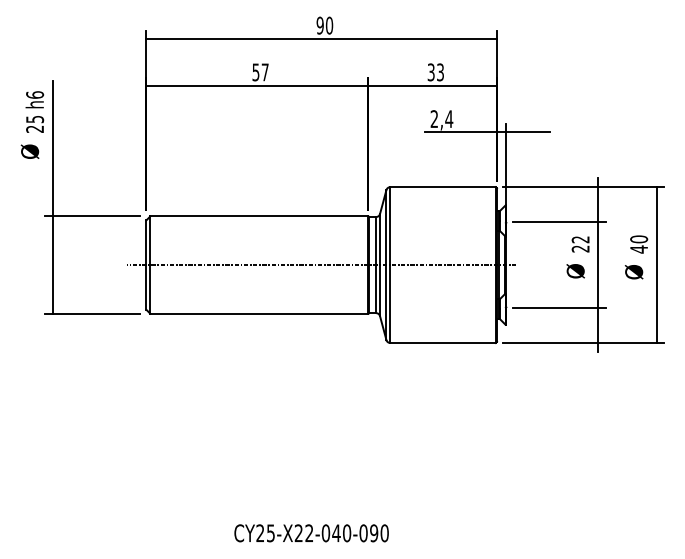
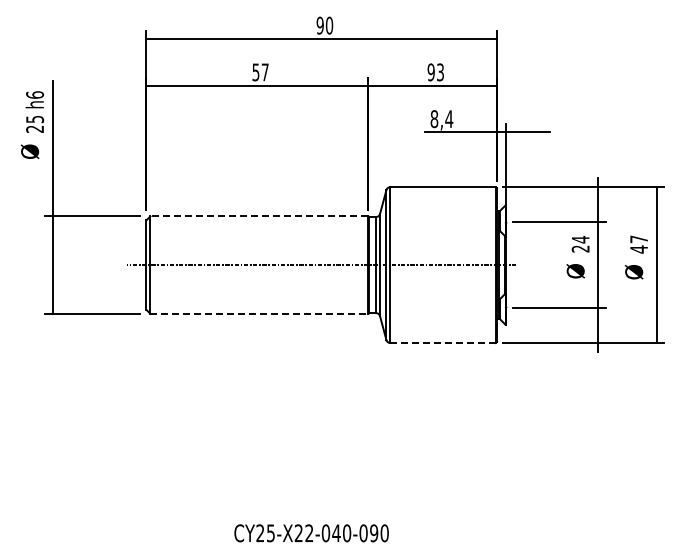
text at (430, 72): 33 -> 93
text at (434, 119): 2,4 -> 8,4
line at (258, 216): solid -> dashed
text at (580, 239): 22 -> 24
text at (639, 239): 40 -> 47
line at (259, 313): solid -> dashed
line at (443, 342): solid -> dashed
